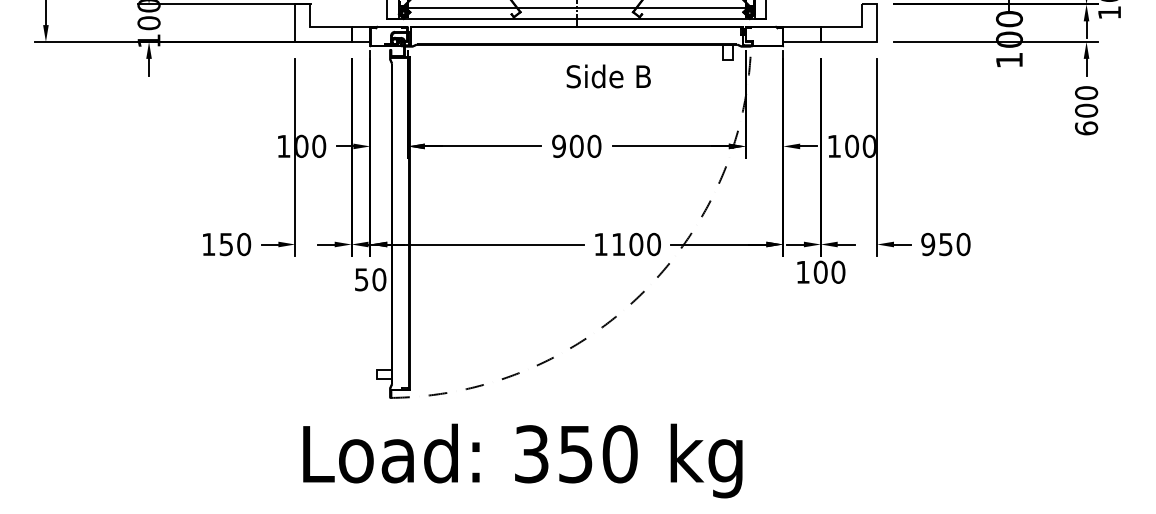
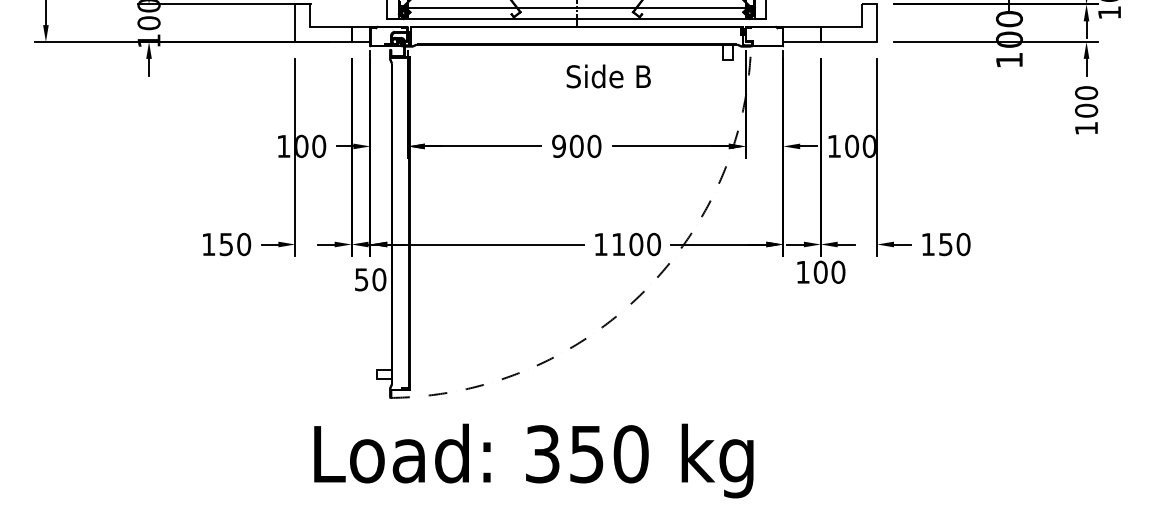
text at (1086, 128): 600 -> 100
text at (928, 244): 950 -> 150
text at (522, 460) position: (522, 460) -> (533, 460)
